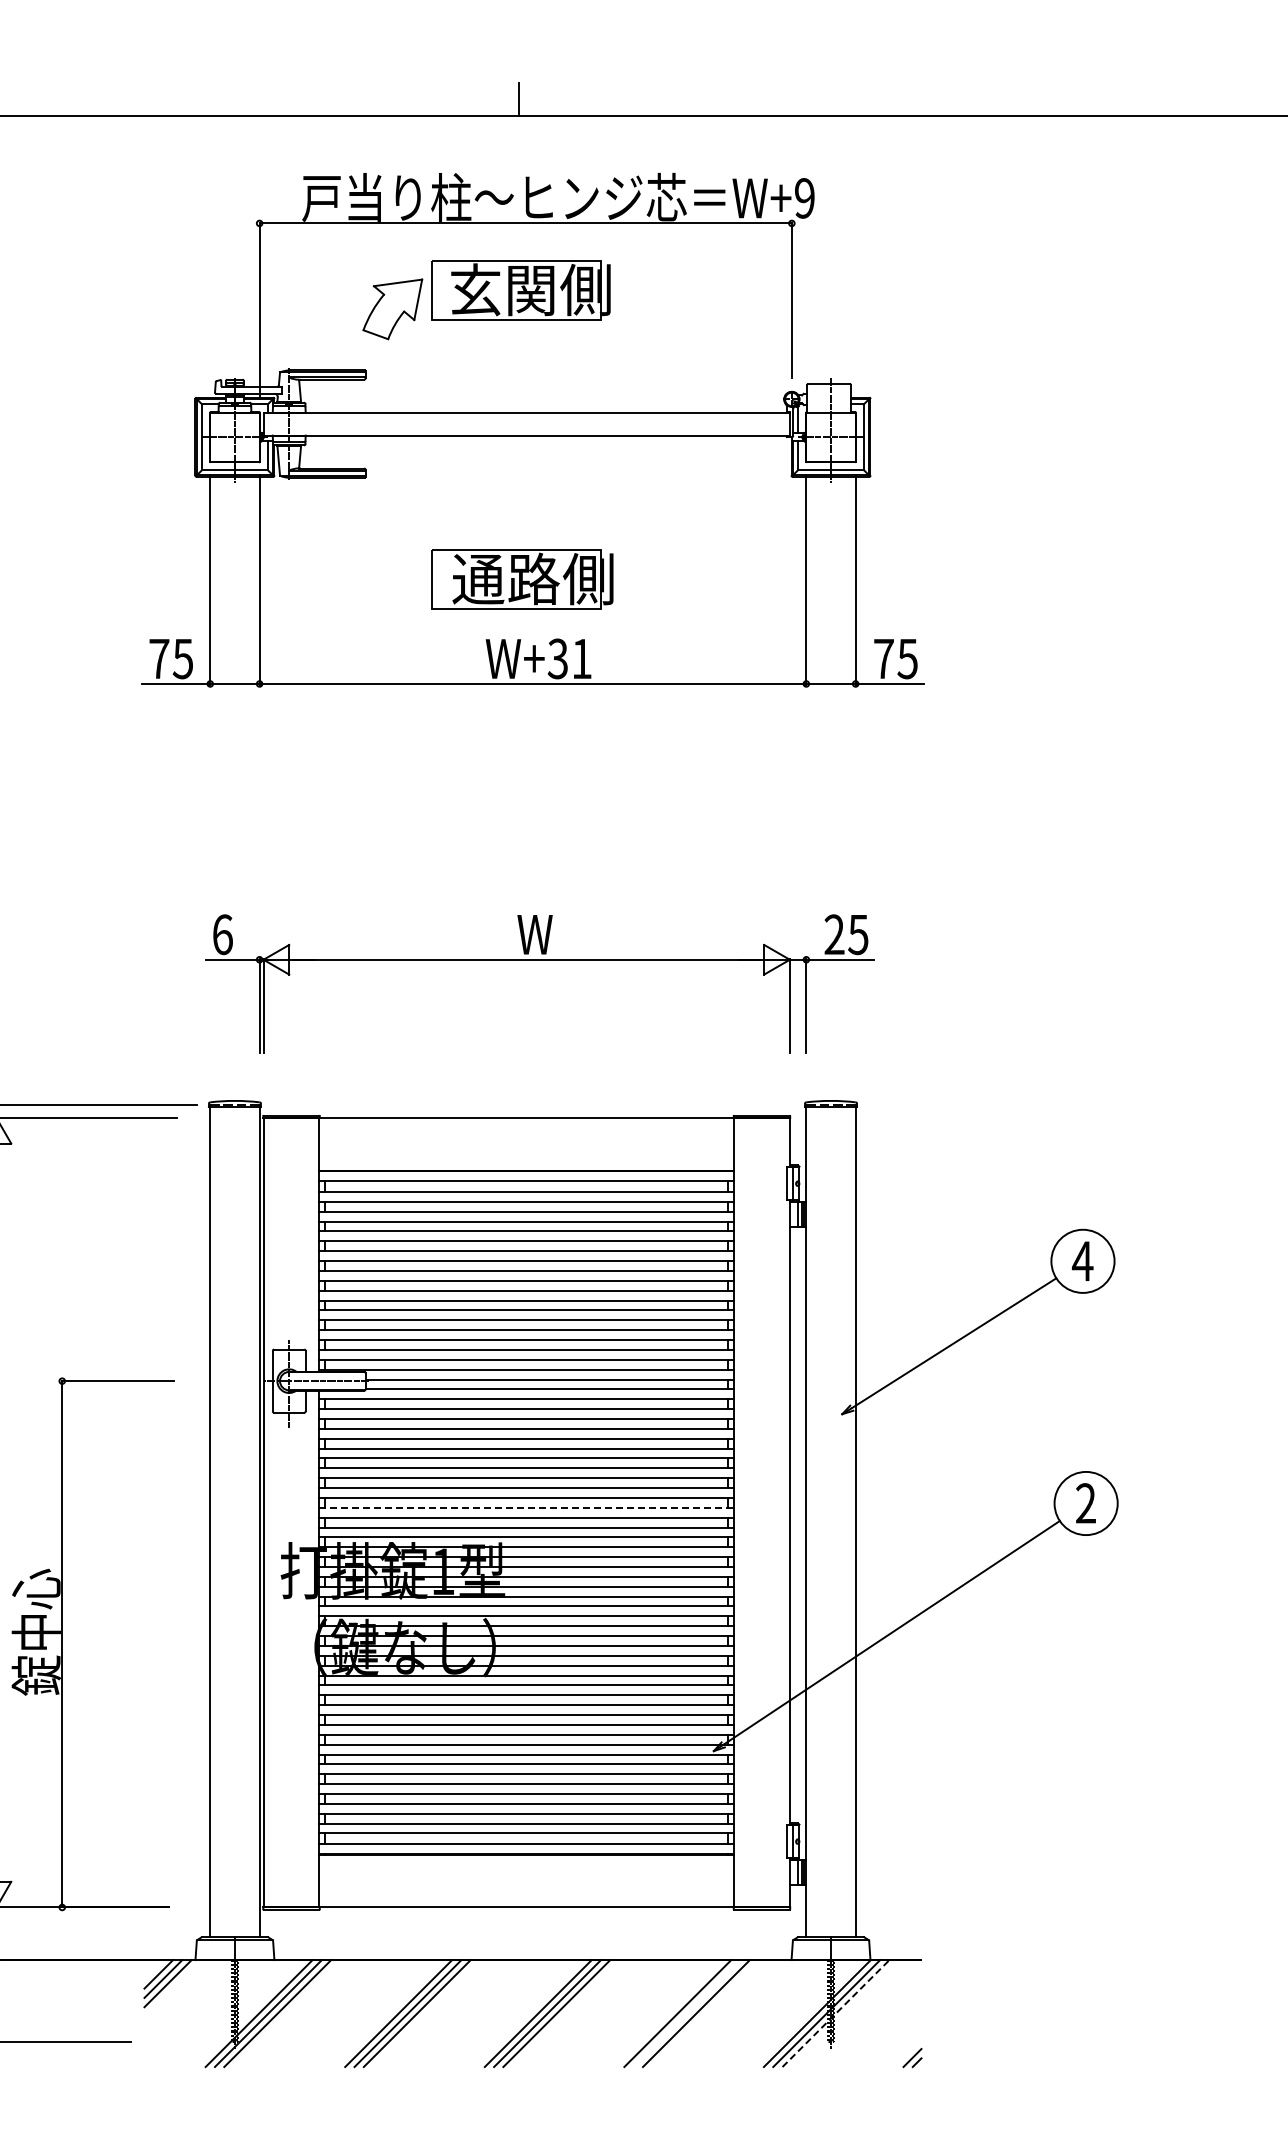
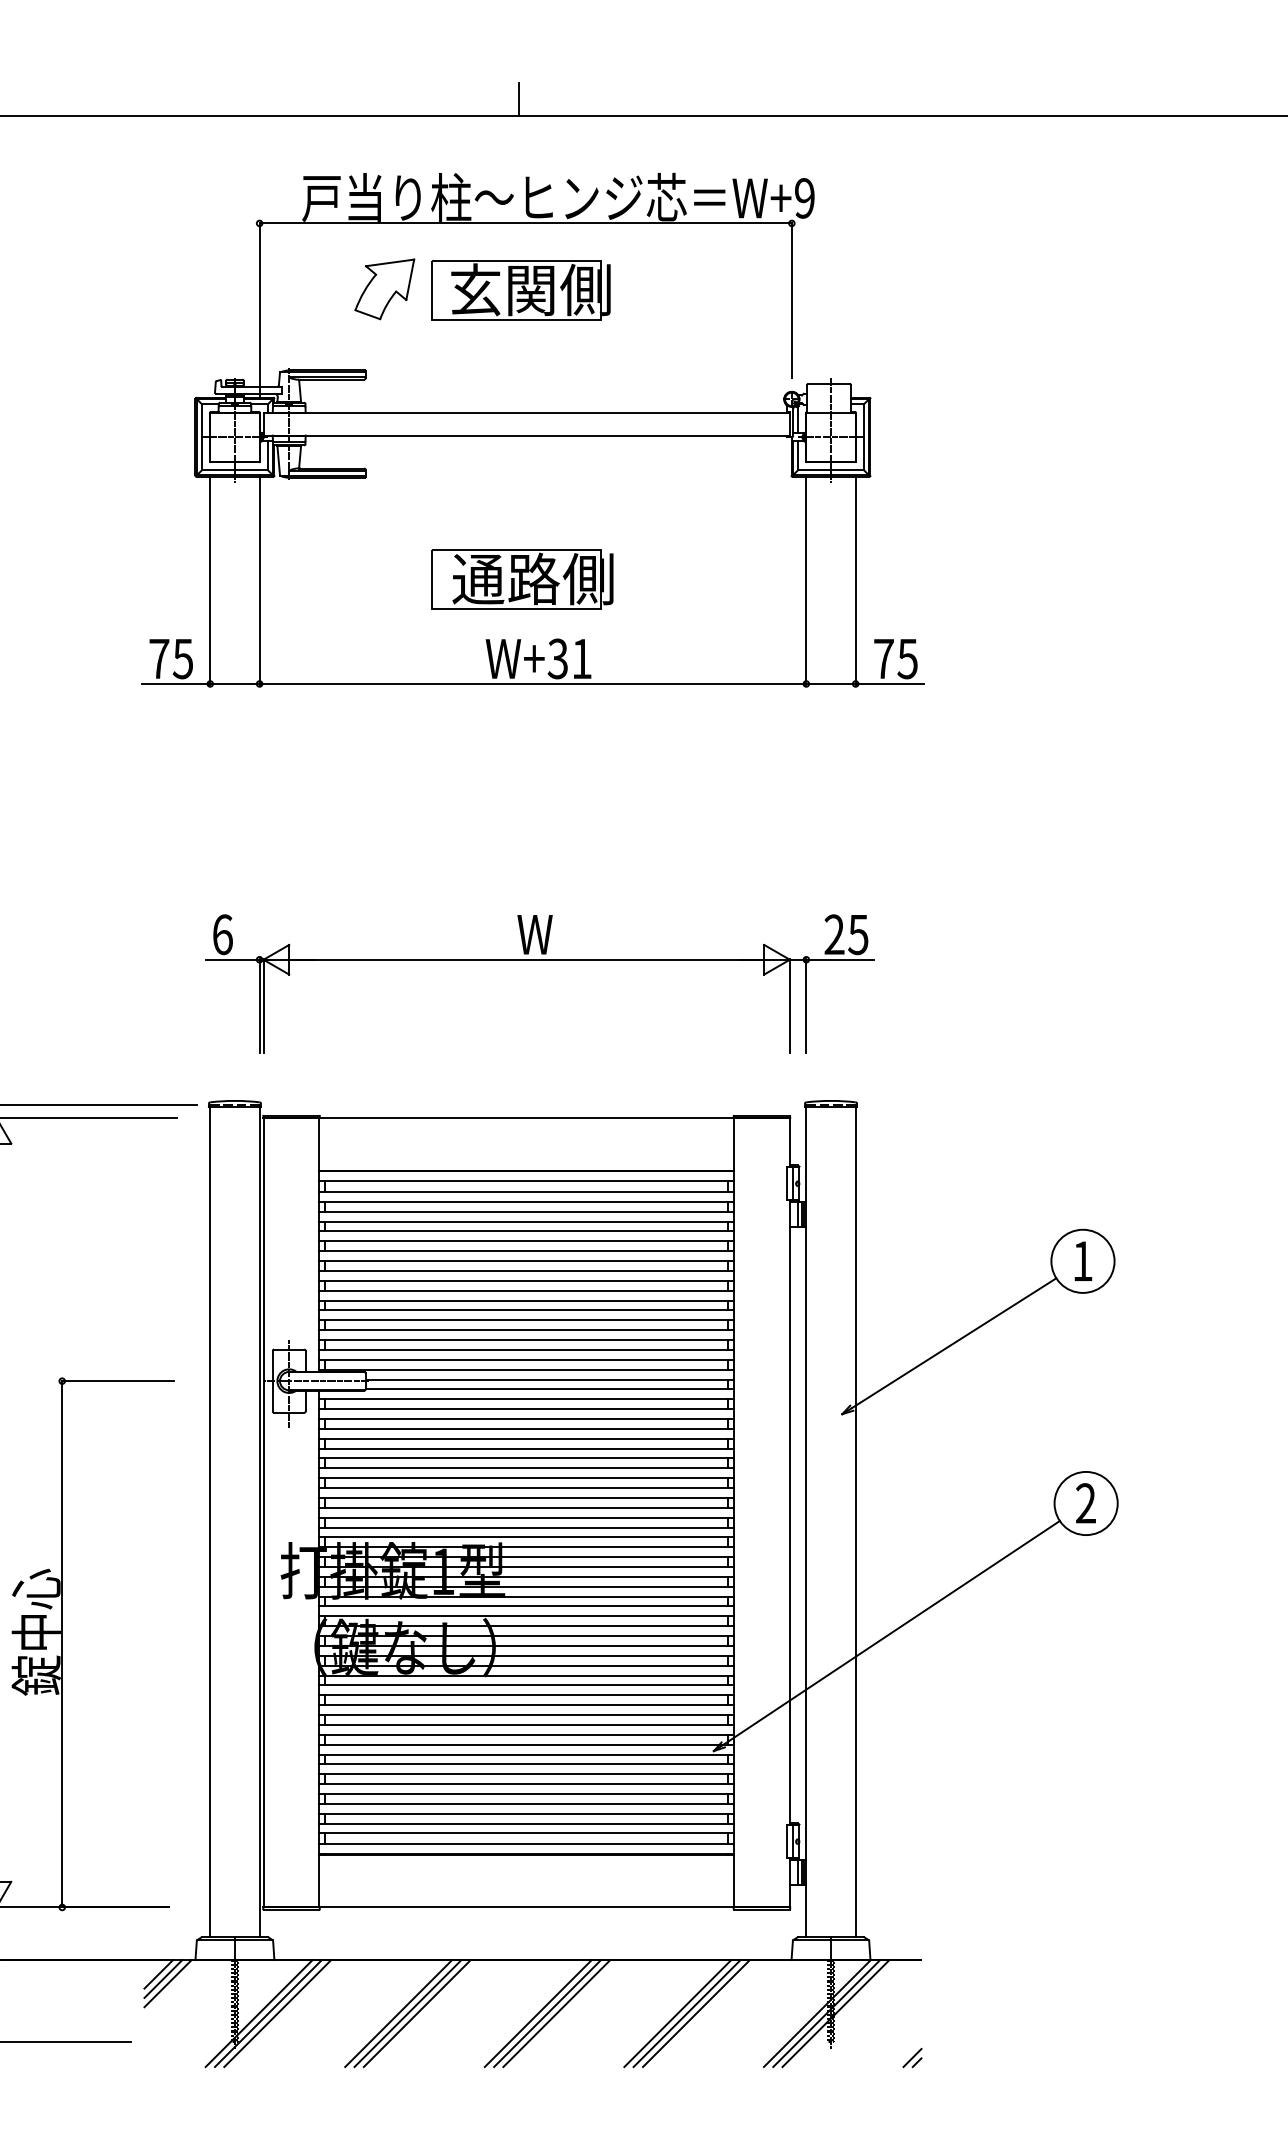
part at (392, 309) position: (392, 309) -> (384, 289)
text at (1082, 1260): 4 -> 1
line at (527, 1507): dashed -> solid
line at (686, 2013): none -> present
line at (835, 2013): dashed -> solid
